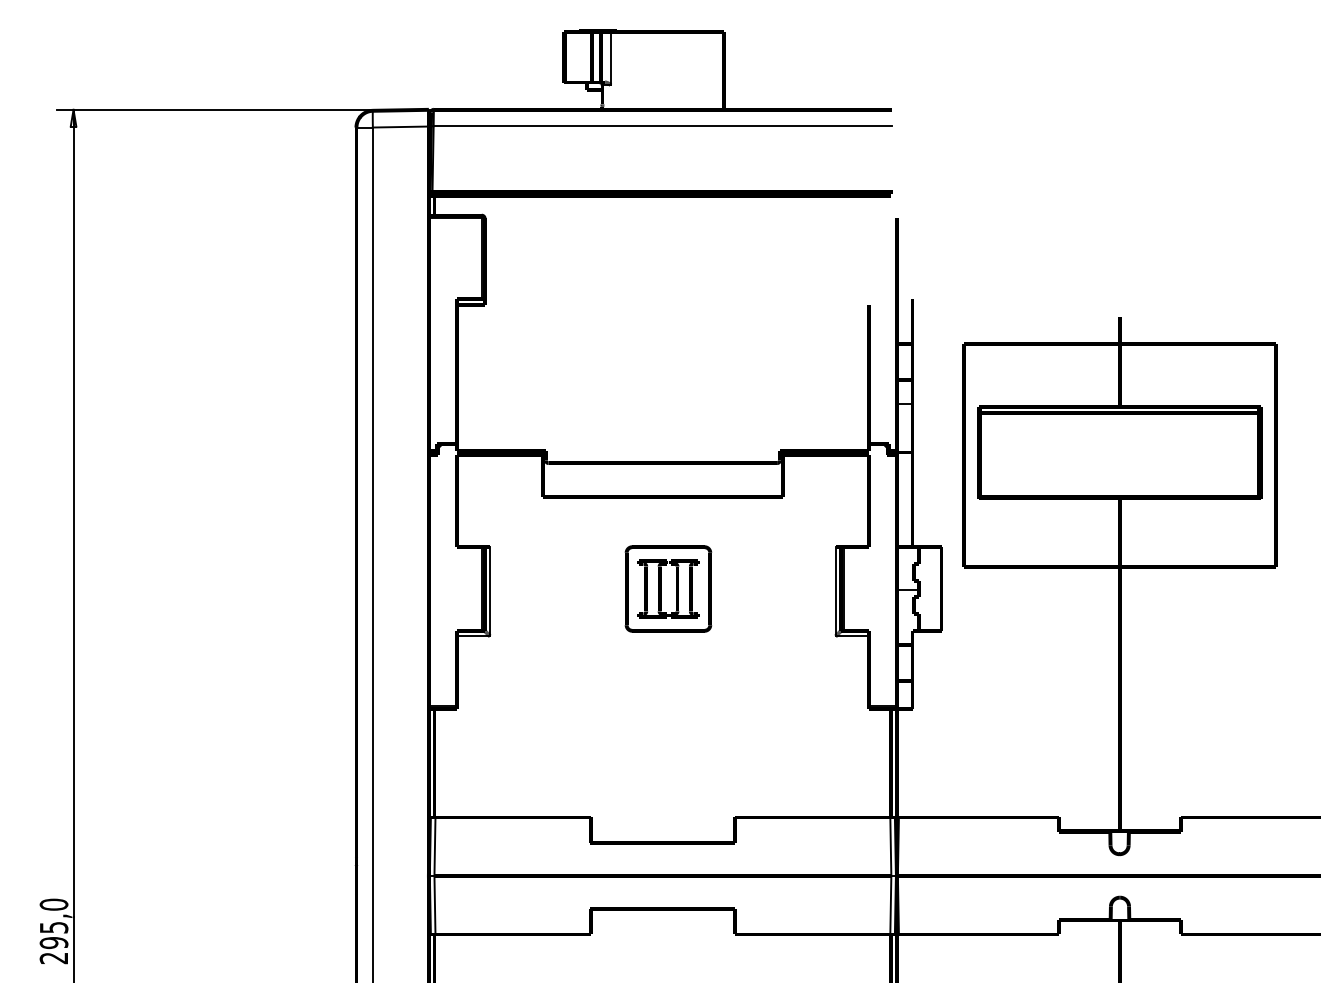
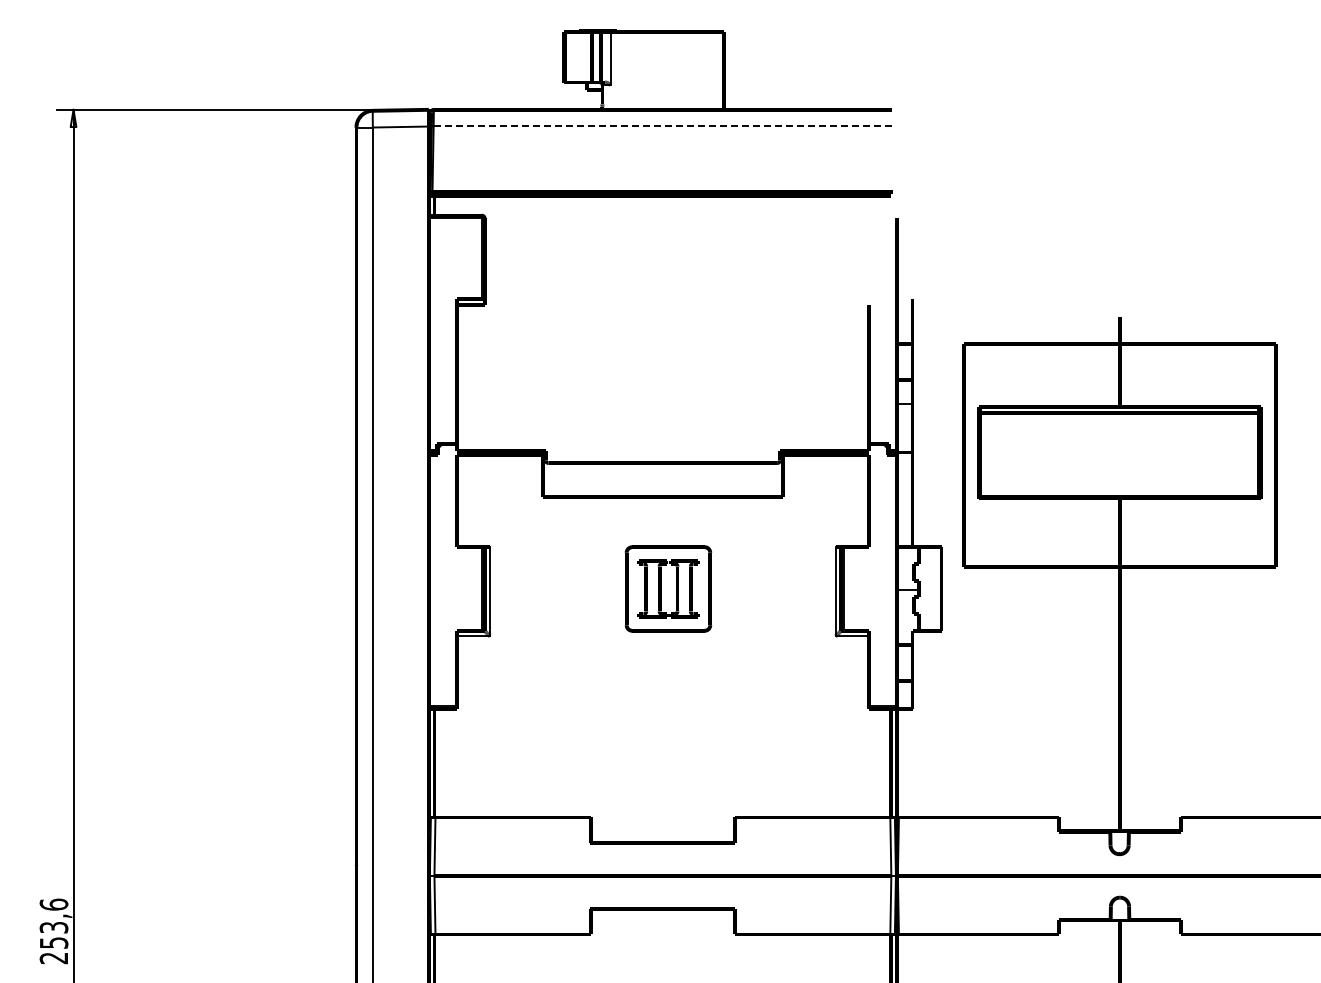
line at (662, 126): solid -> dashed
text at (53, 923): 295,0 -> 253,6
